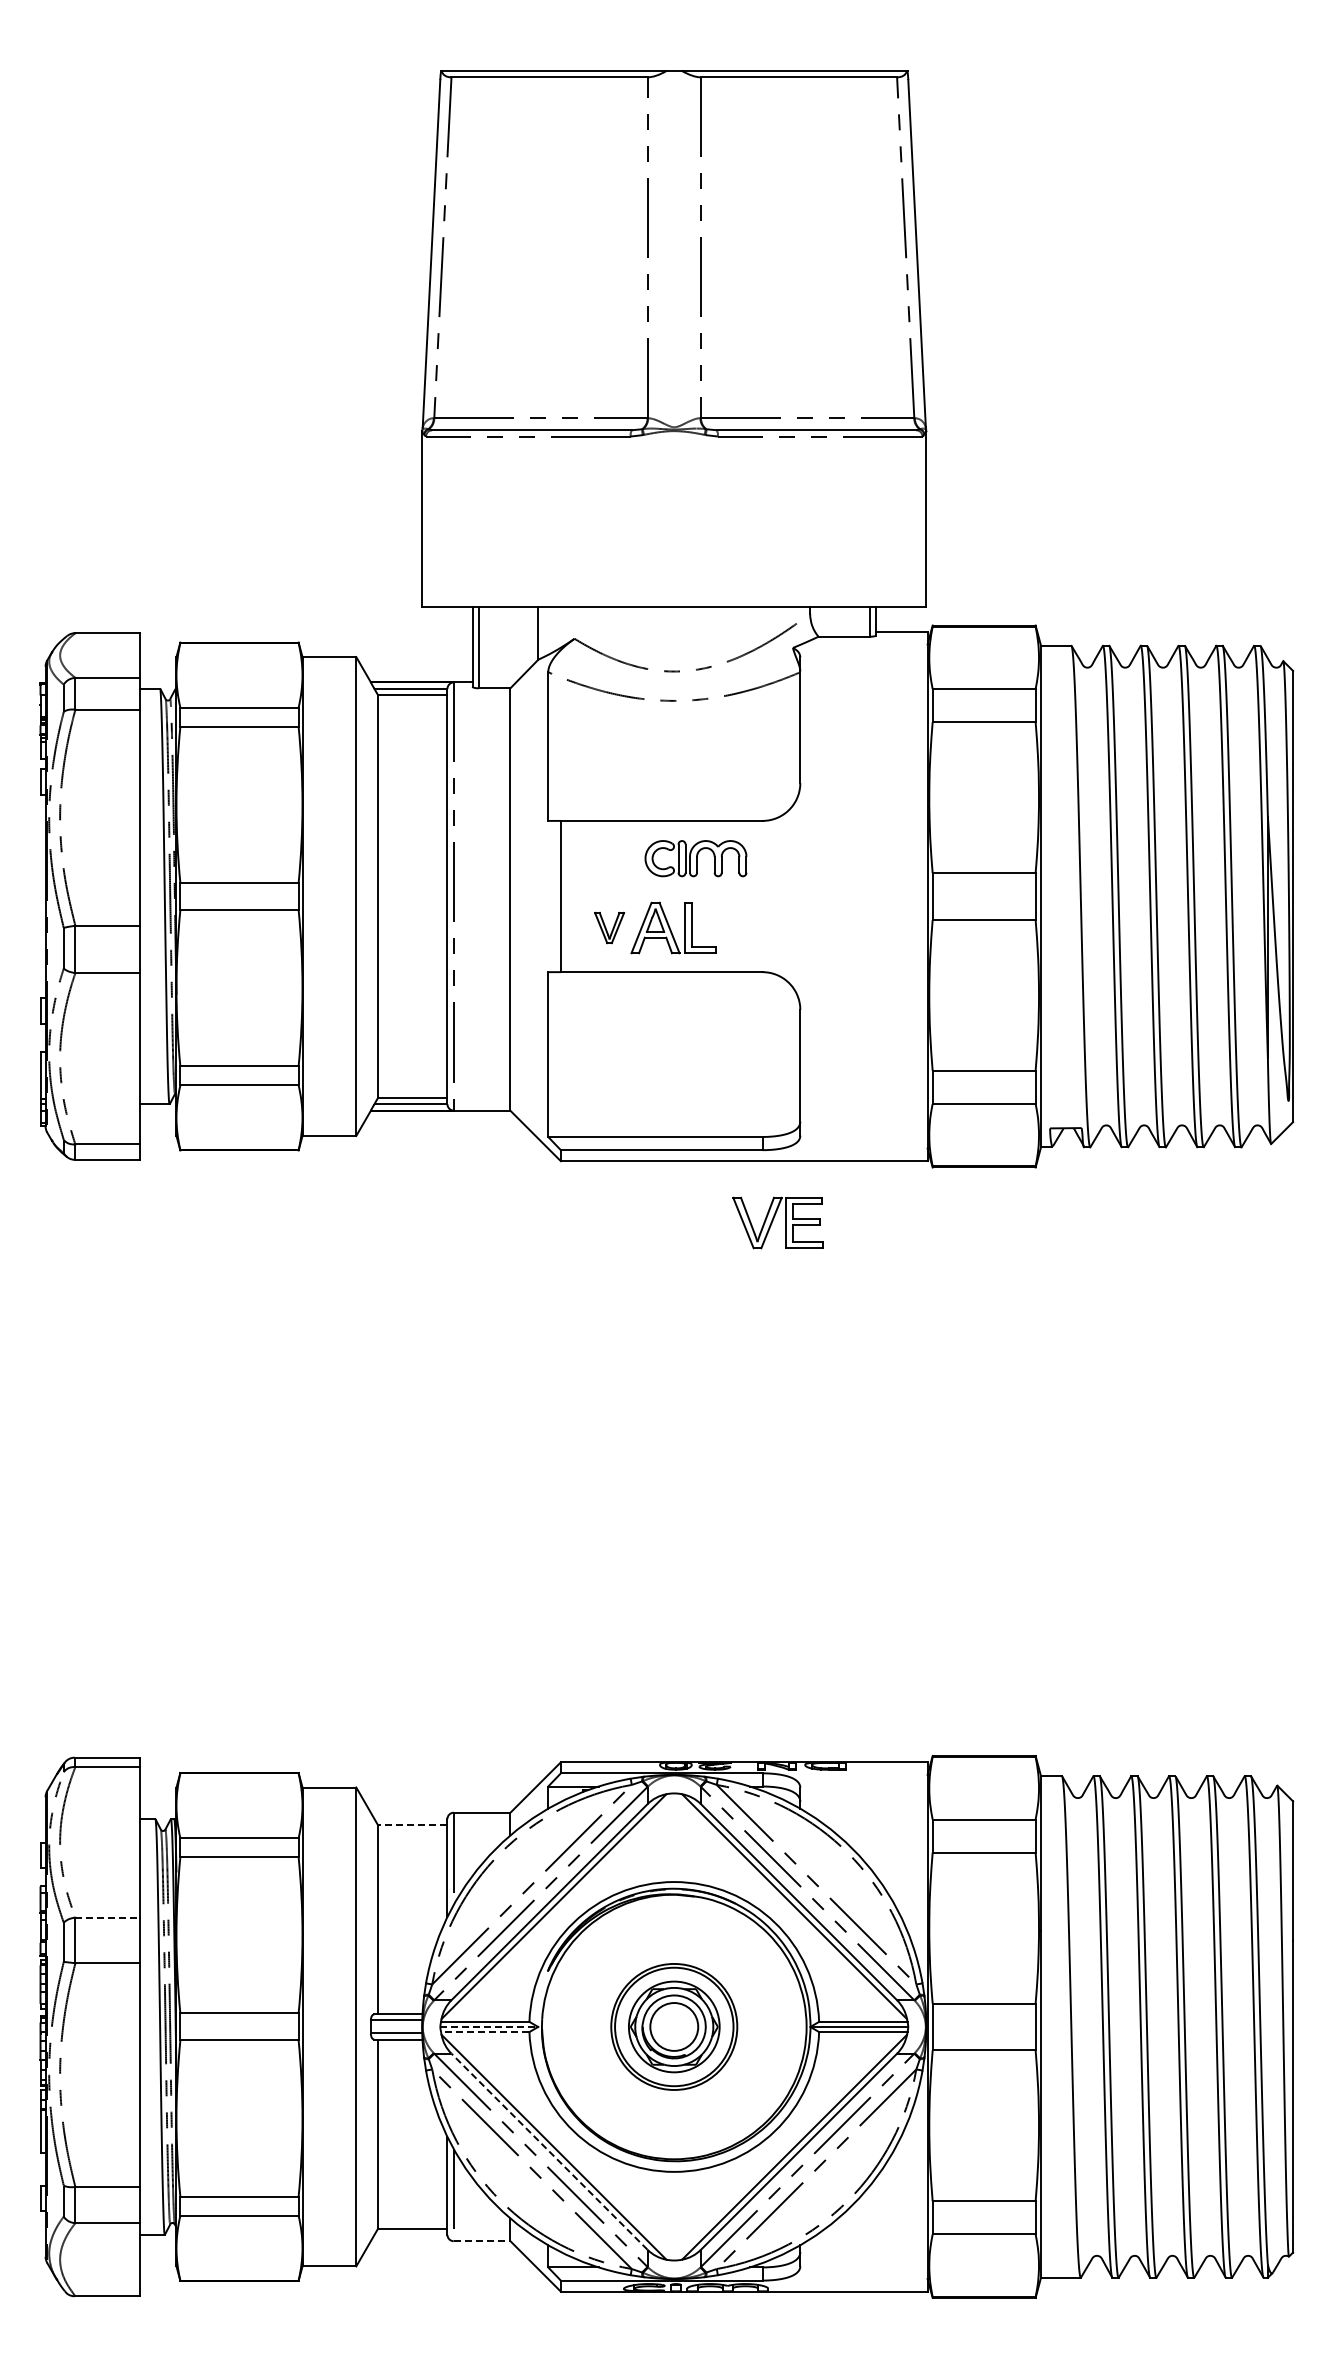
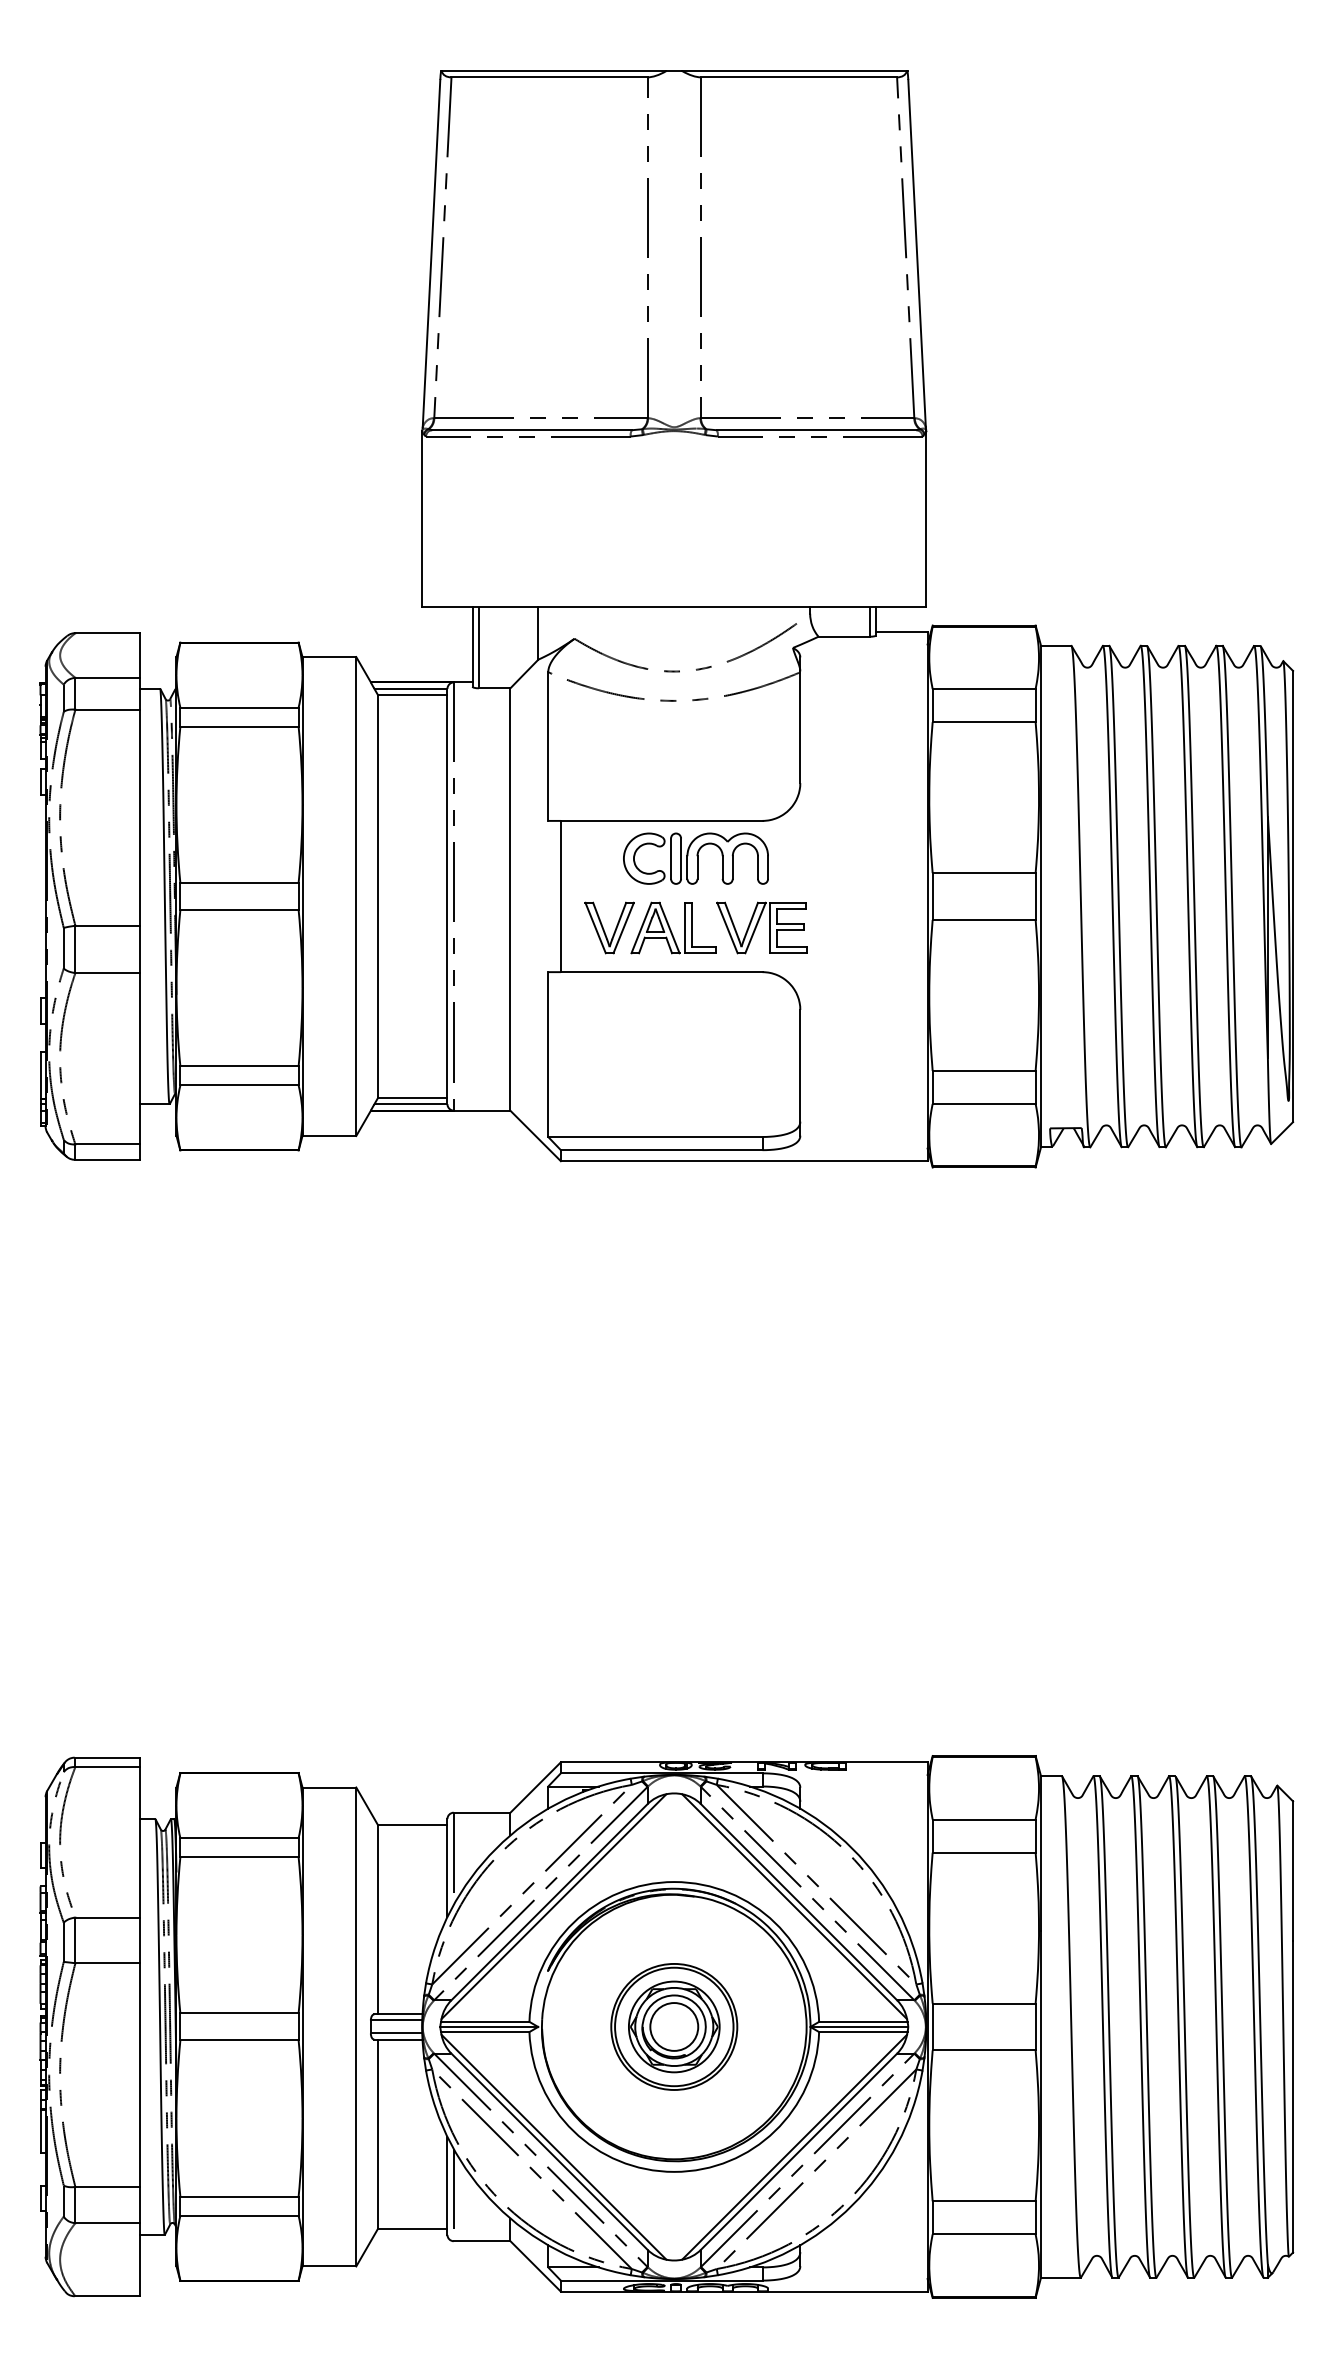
part at (695, 858) size: 104x38 px -> 146x53 px
part at (609, 927) size: 32x34 px -> 51x54 px
part at (777, 1222) position: (777, 1222) -> (761, 927)
line at (412, 1825): dashed -> solid
line at (108, 1917): dashed -> solid
line at (489, 2026): dashed -> solid
line at (484, 2032): dashed -> solid
line at (549, 2151): dashed -> solid
line at (482, 2241): dashed -> solid
